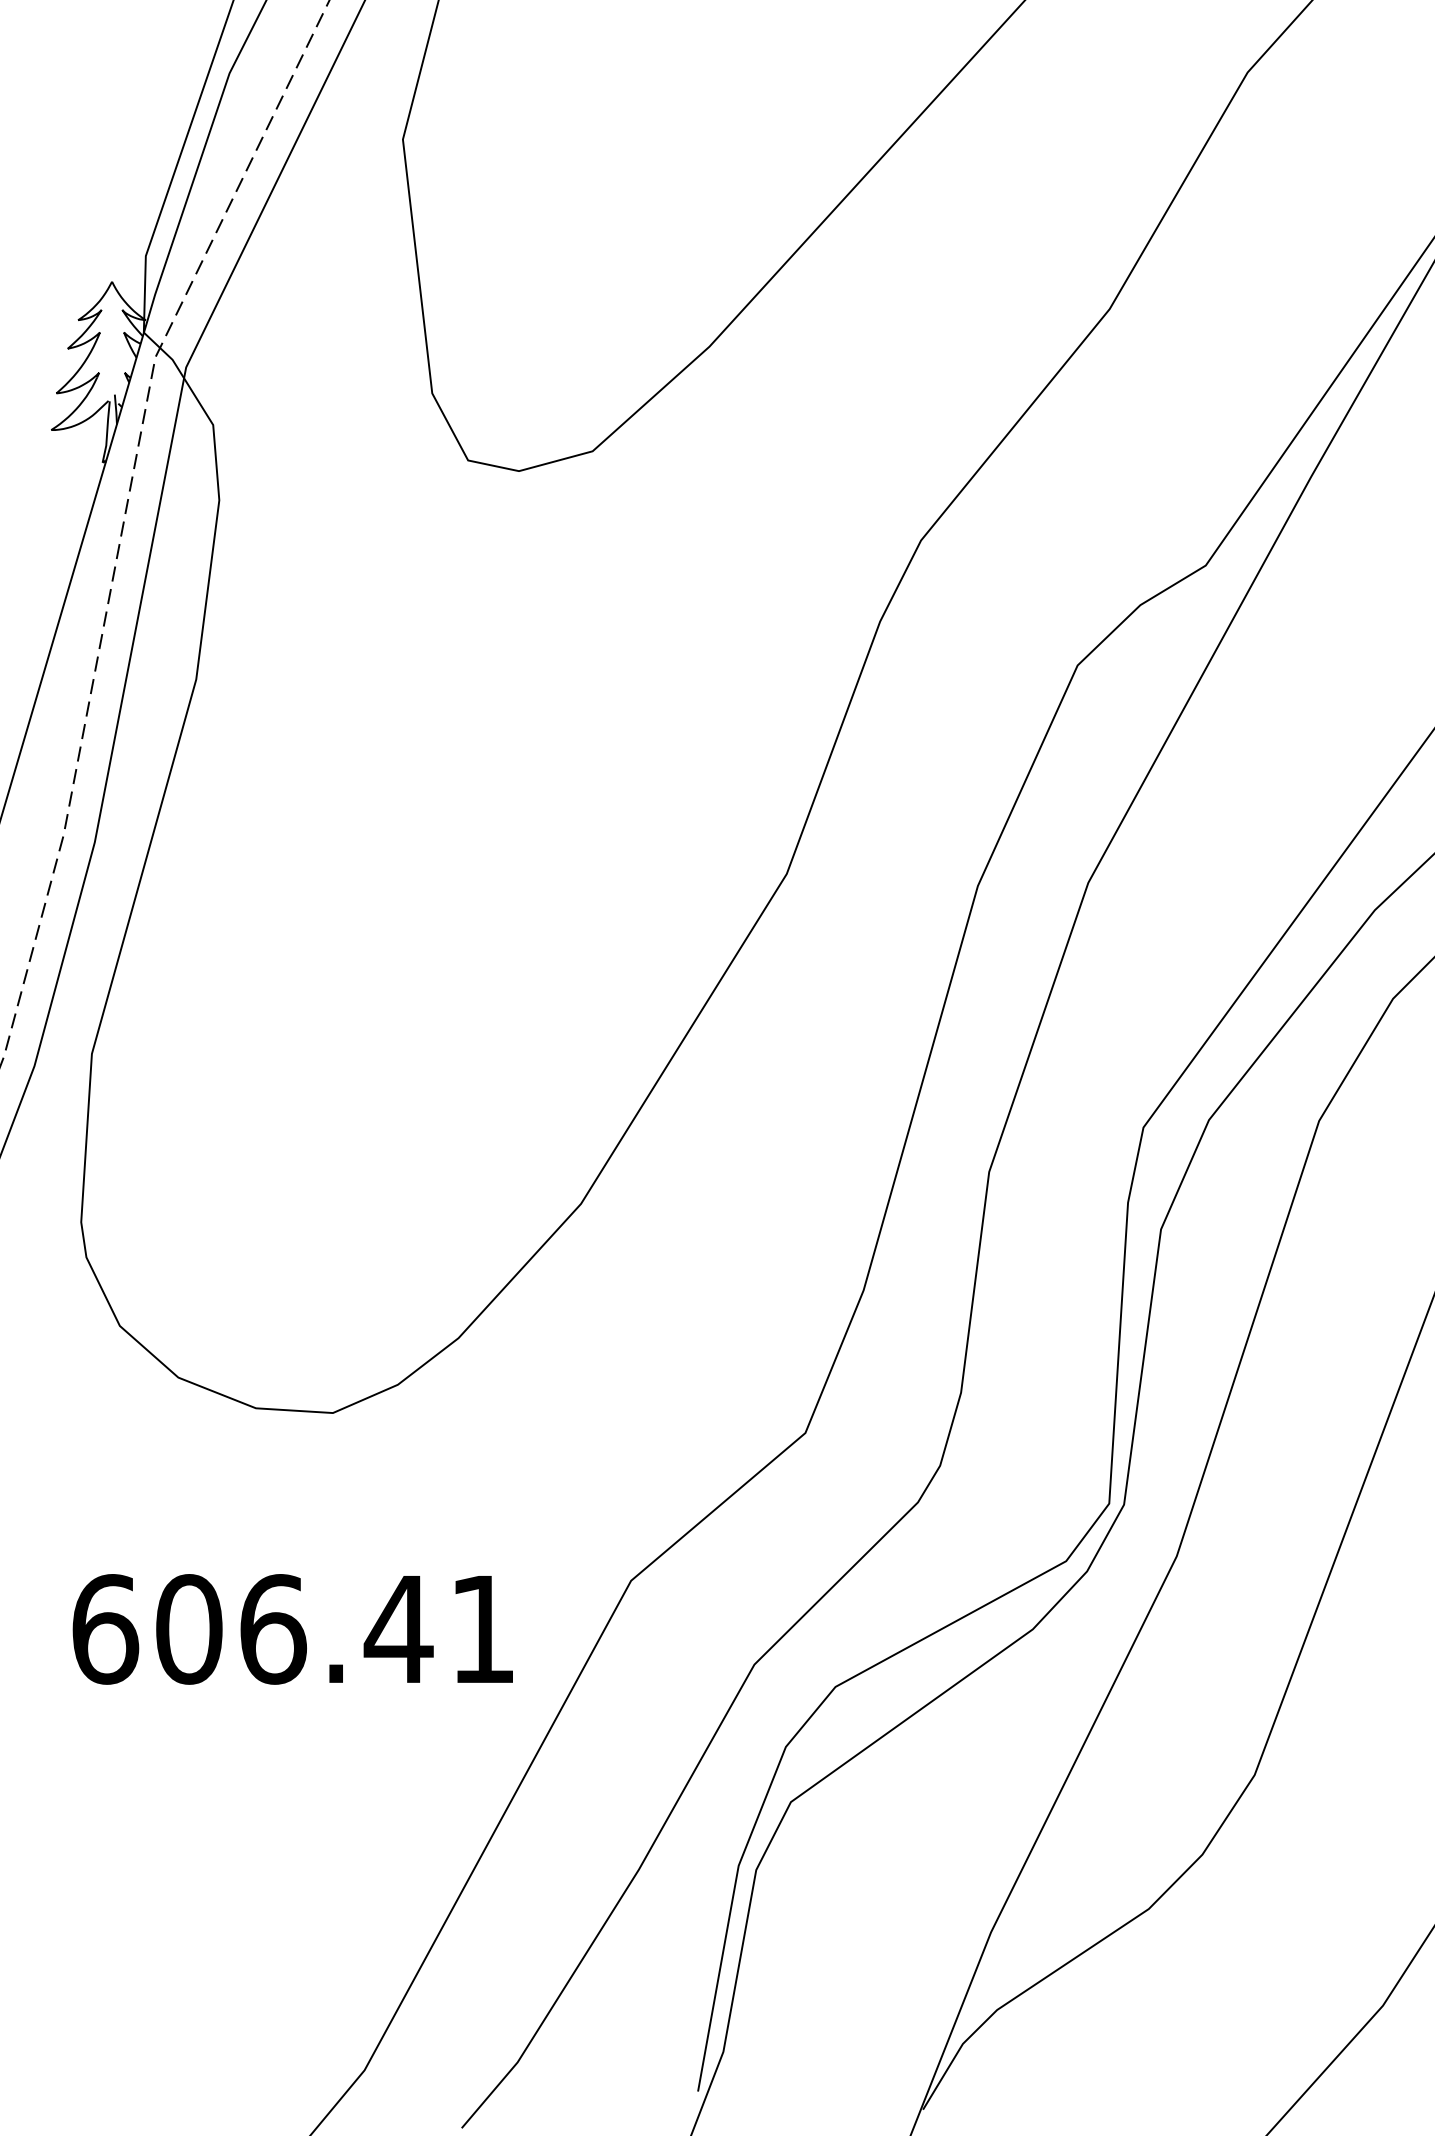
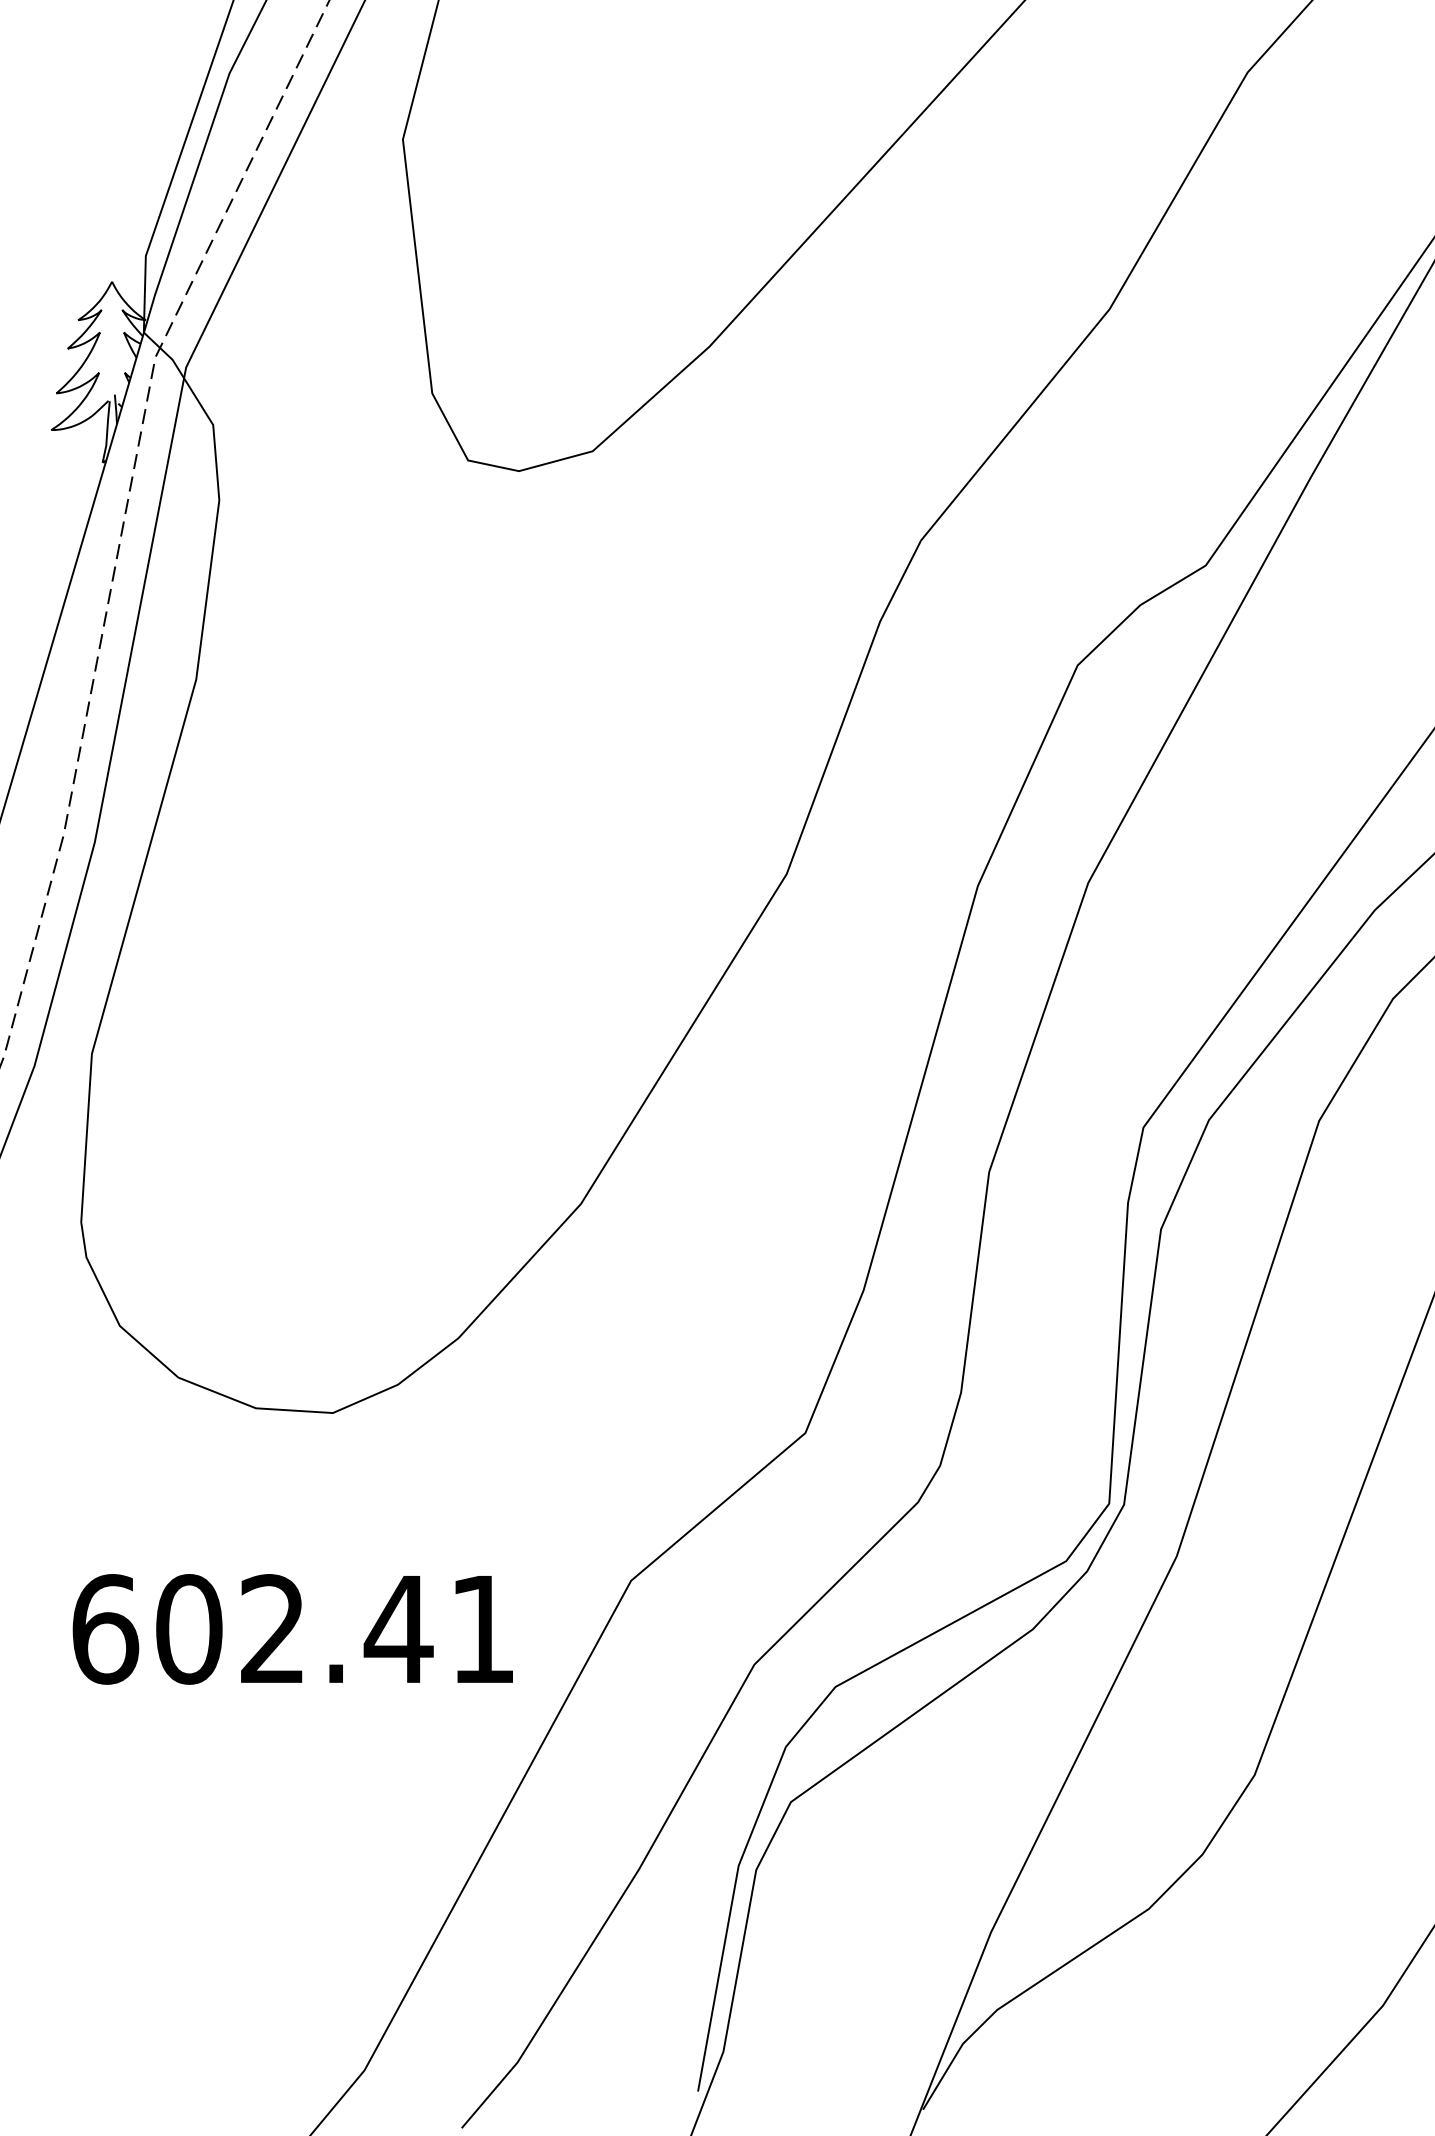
text at (273, 1629): 606.41 -> 602.41
